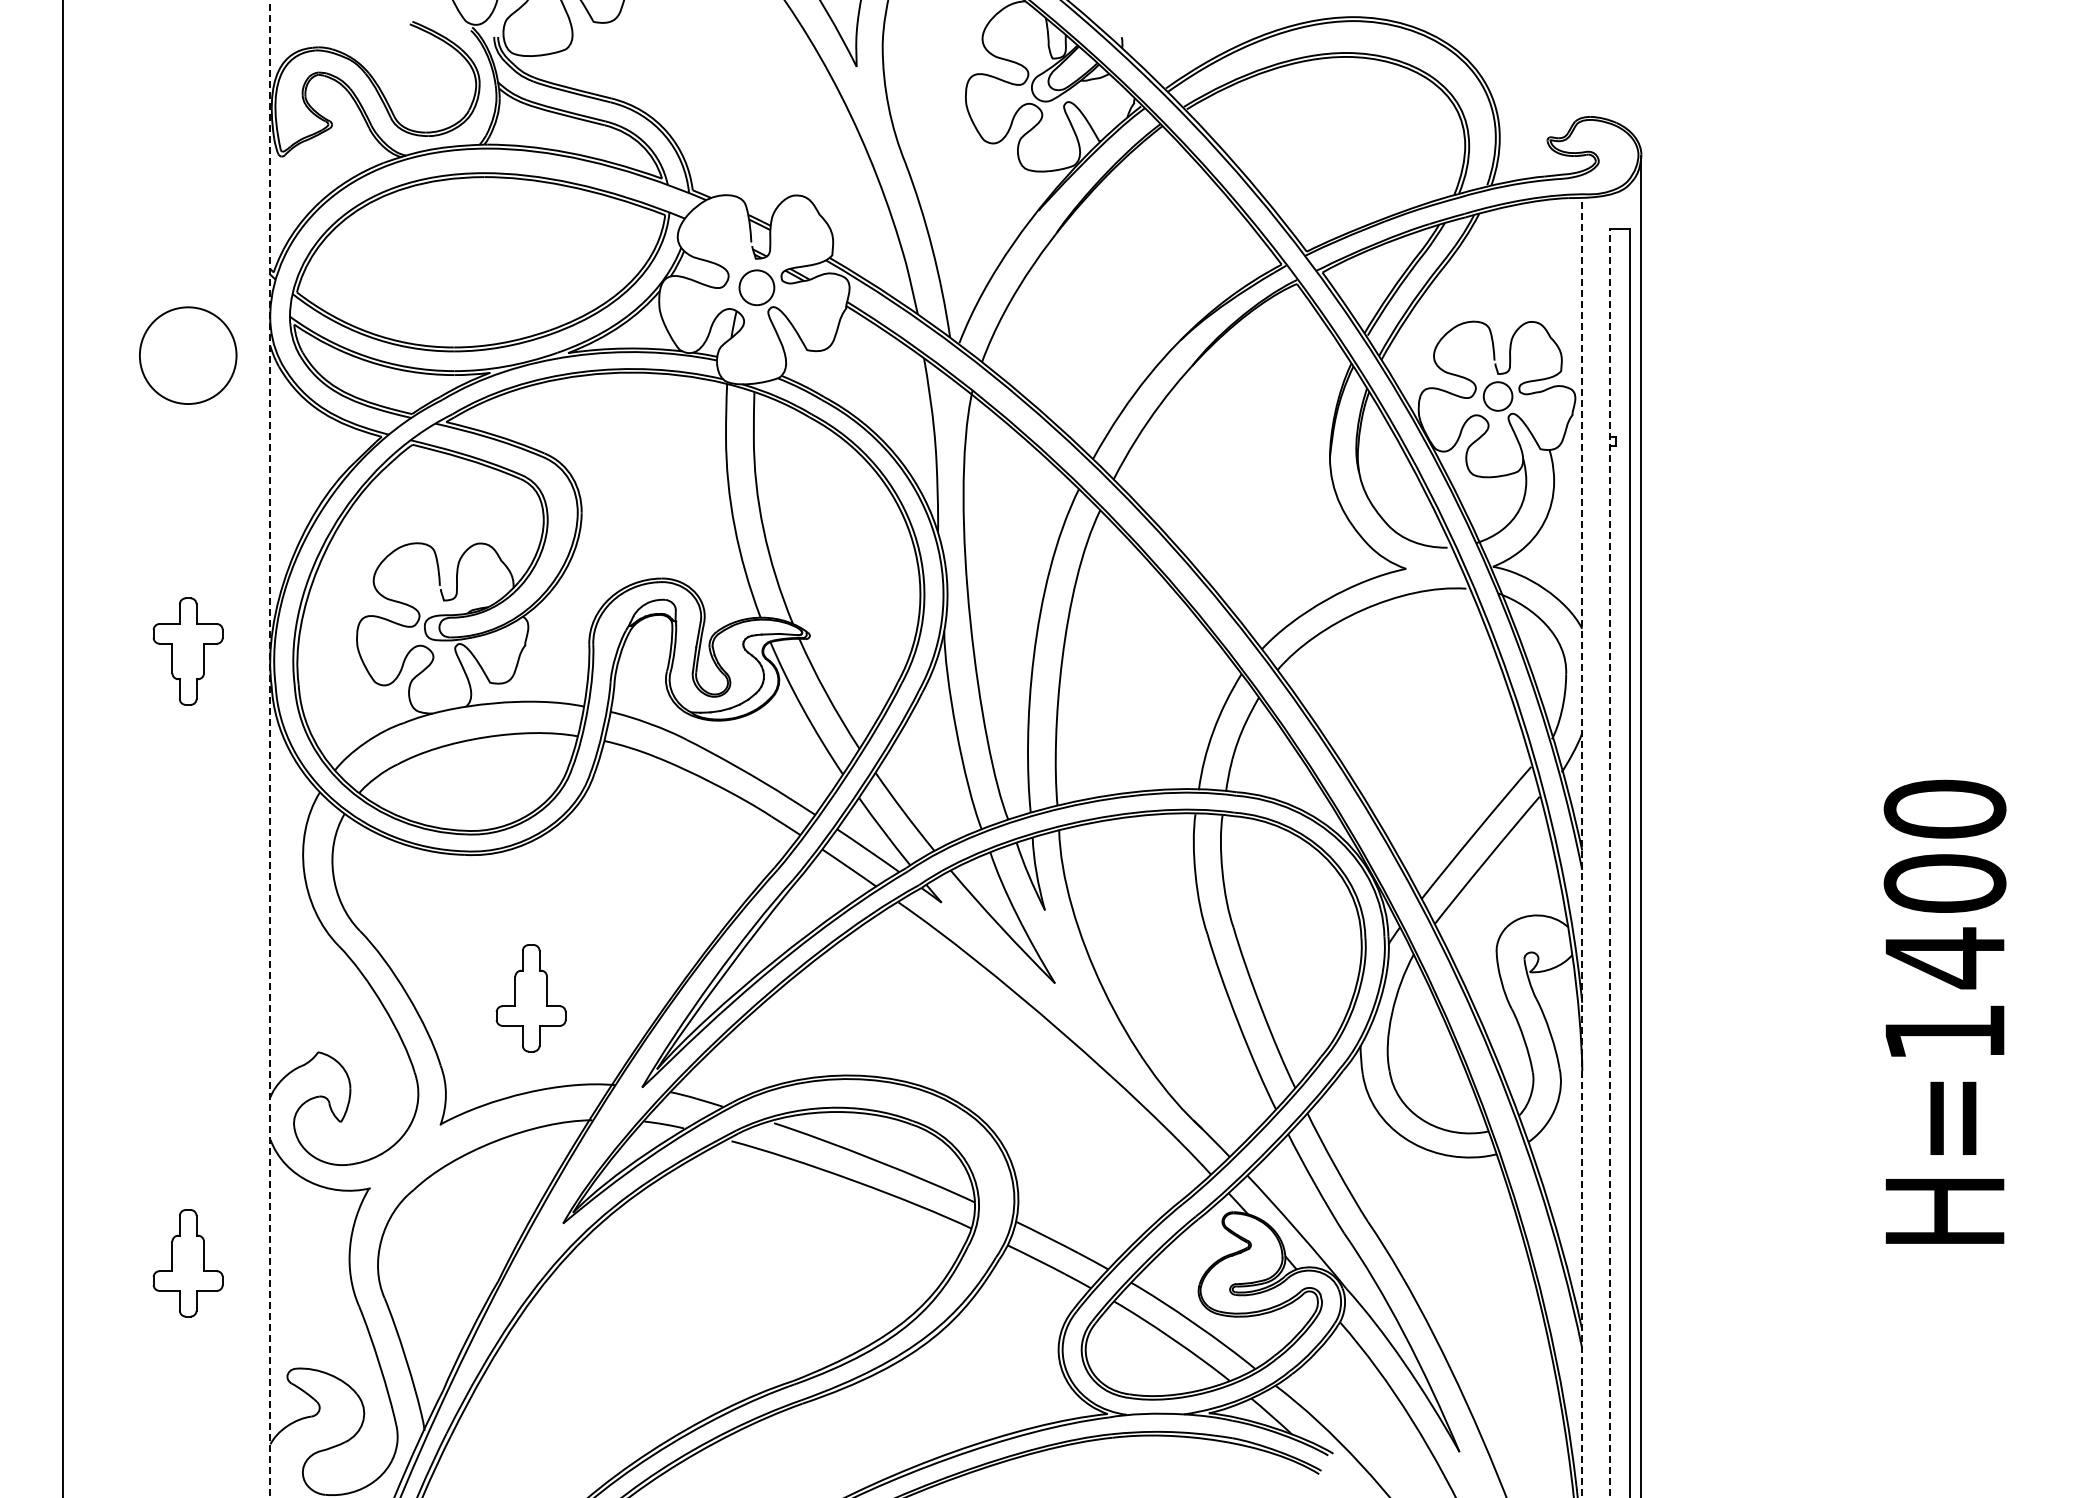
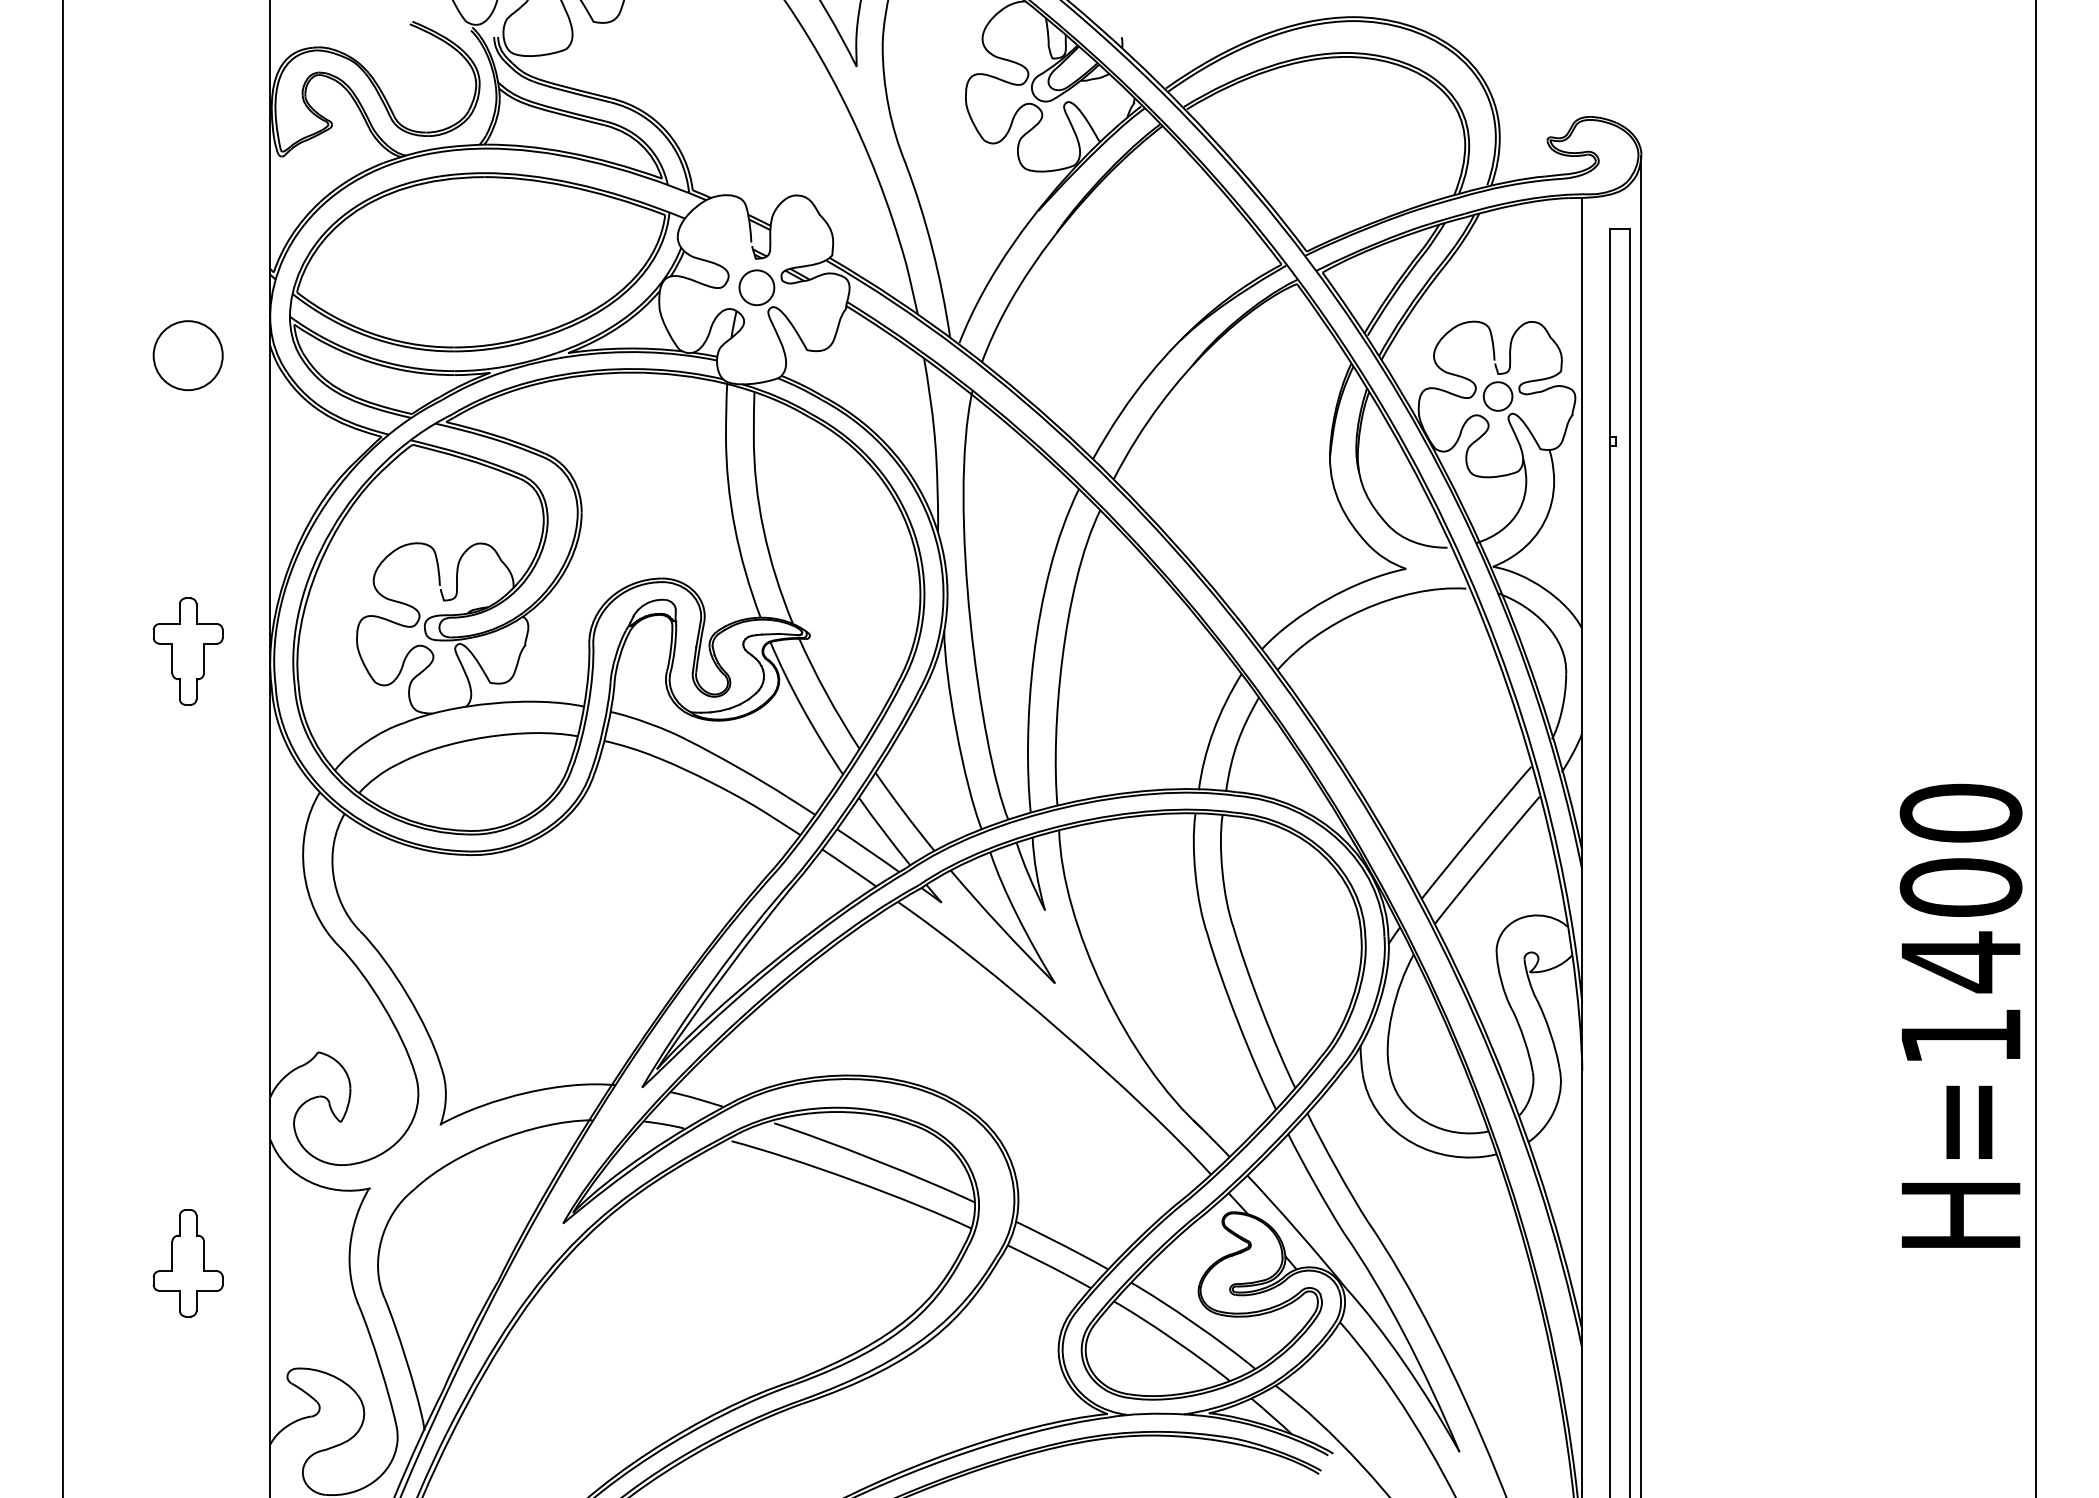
circle at (187, 355) diameter: 97 px -> 69 px
line at (2036, 748): none -> present
line at (270, 749): dashed -> solid
line at (1582, 848): dashed -> solid
line at (1609, 863): dashed -> solid
part at (530, 998): present -> none
text at (1944, 1011) position: (1944, 1011) -> (1960, 1015)
